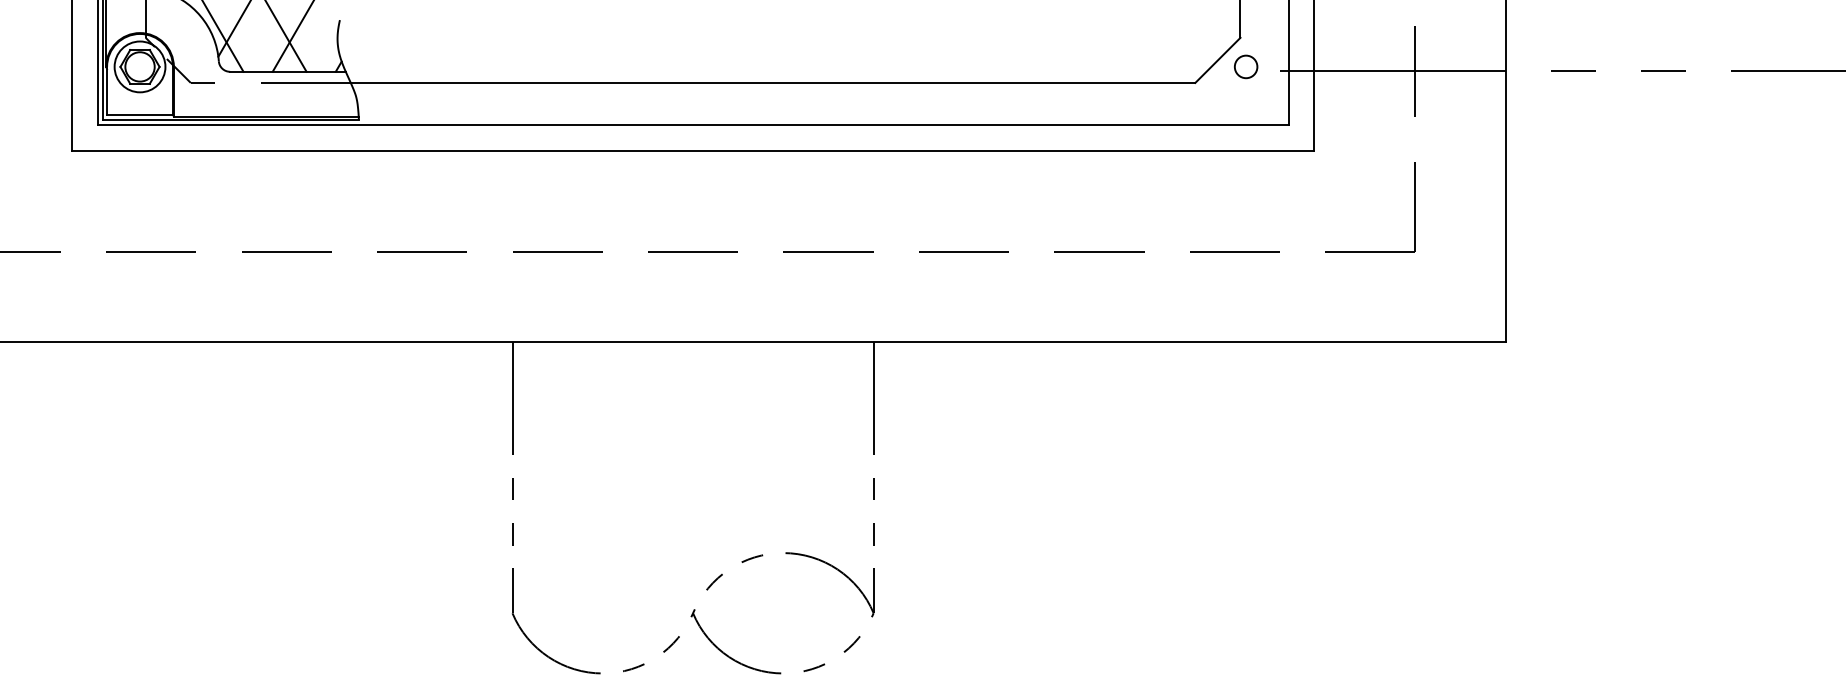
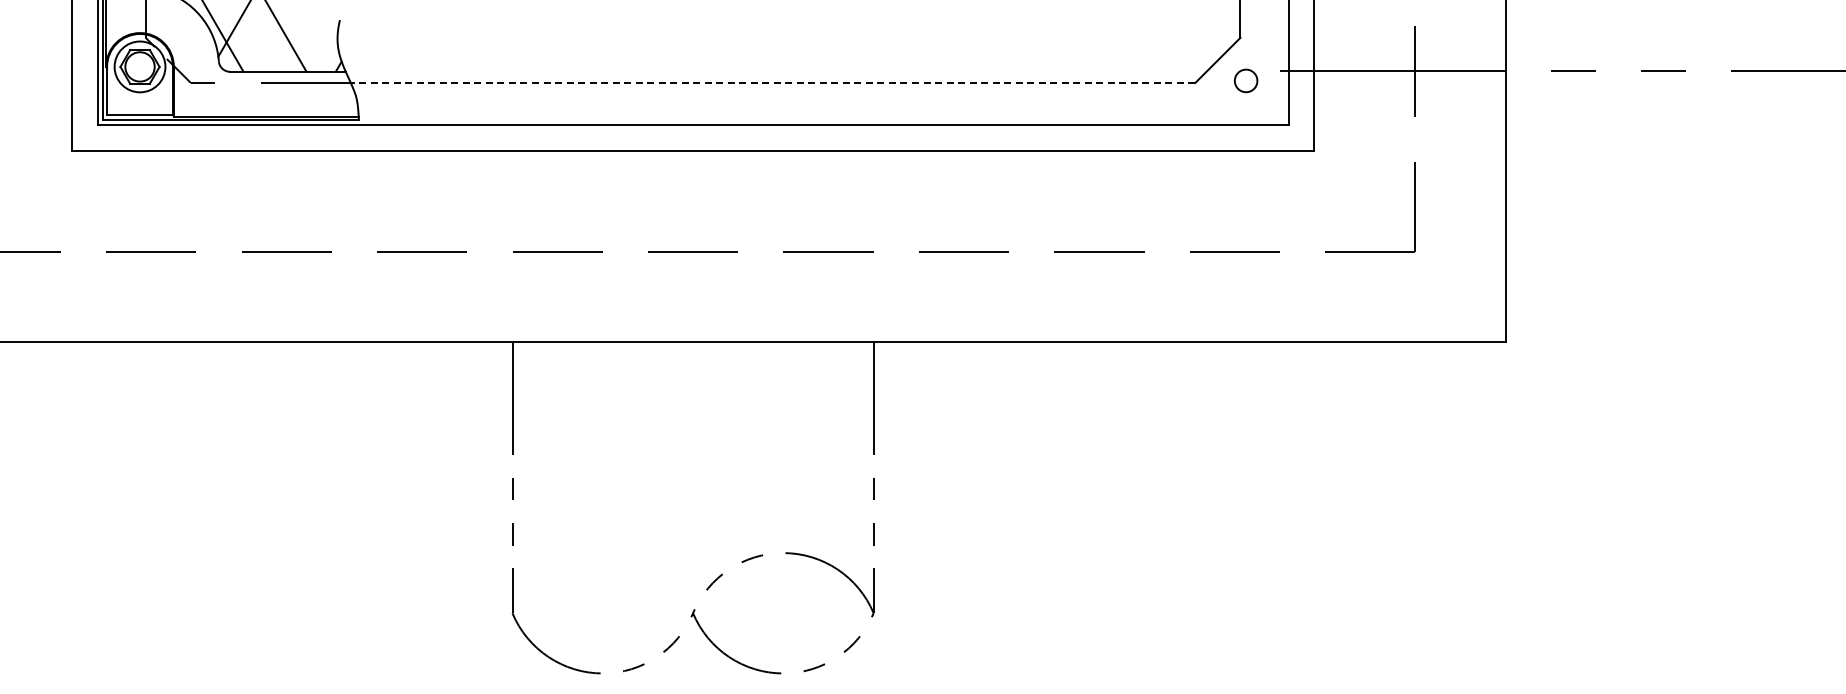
line at (292, 36): present -> none
circle at (1246, 66) position: (1246, 66) -> (1246, 80)
line at (772, 82): solid -> dashed
